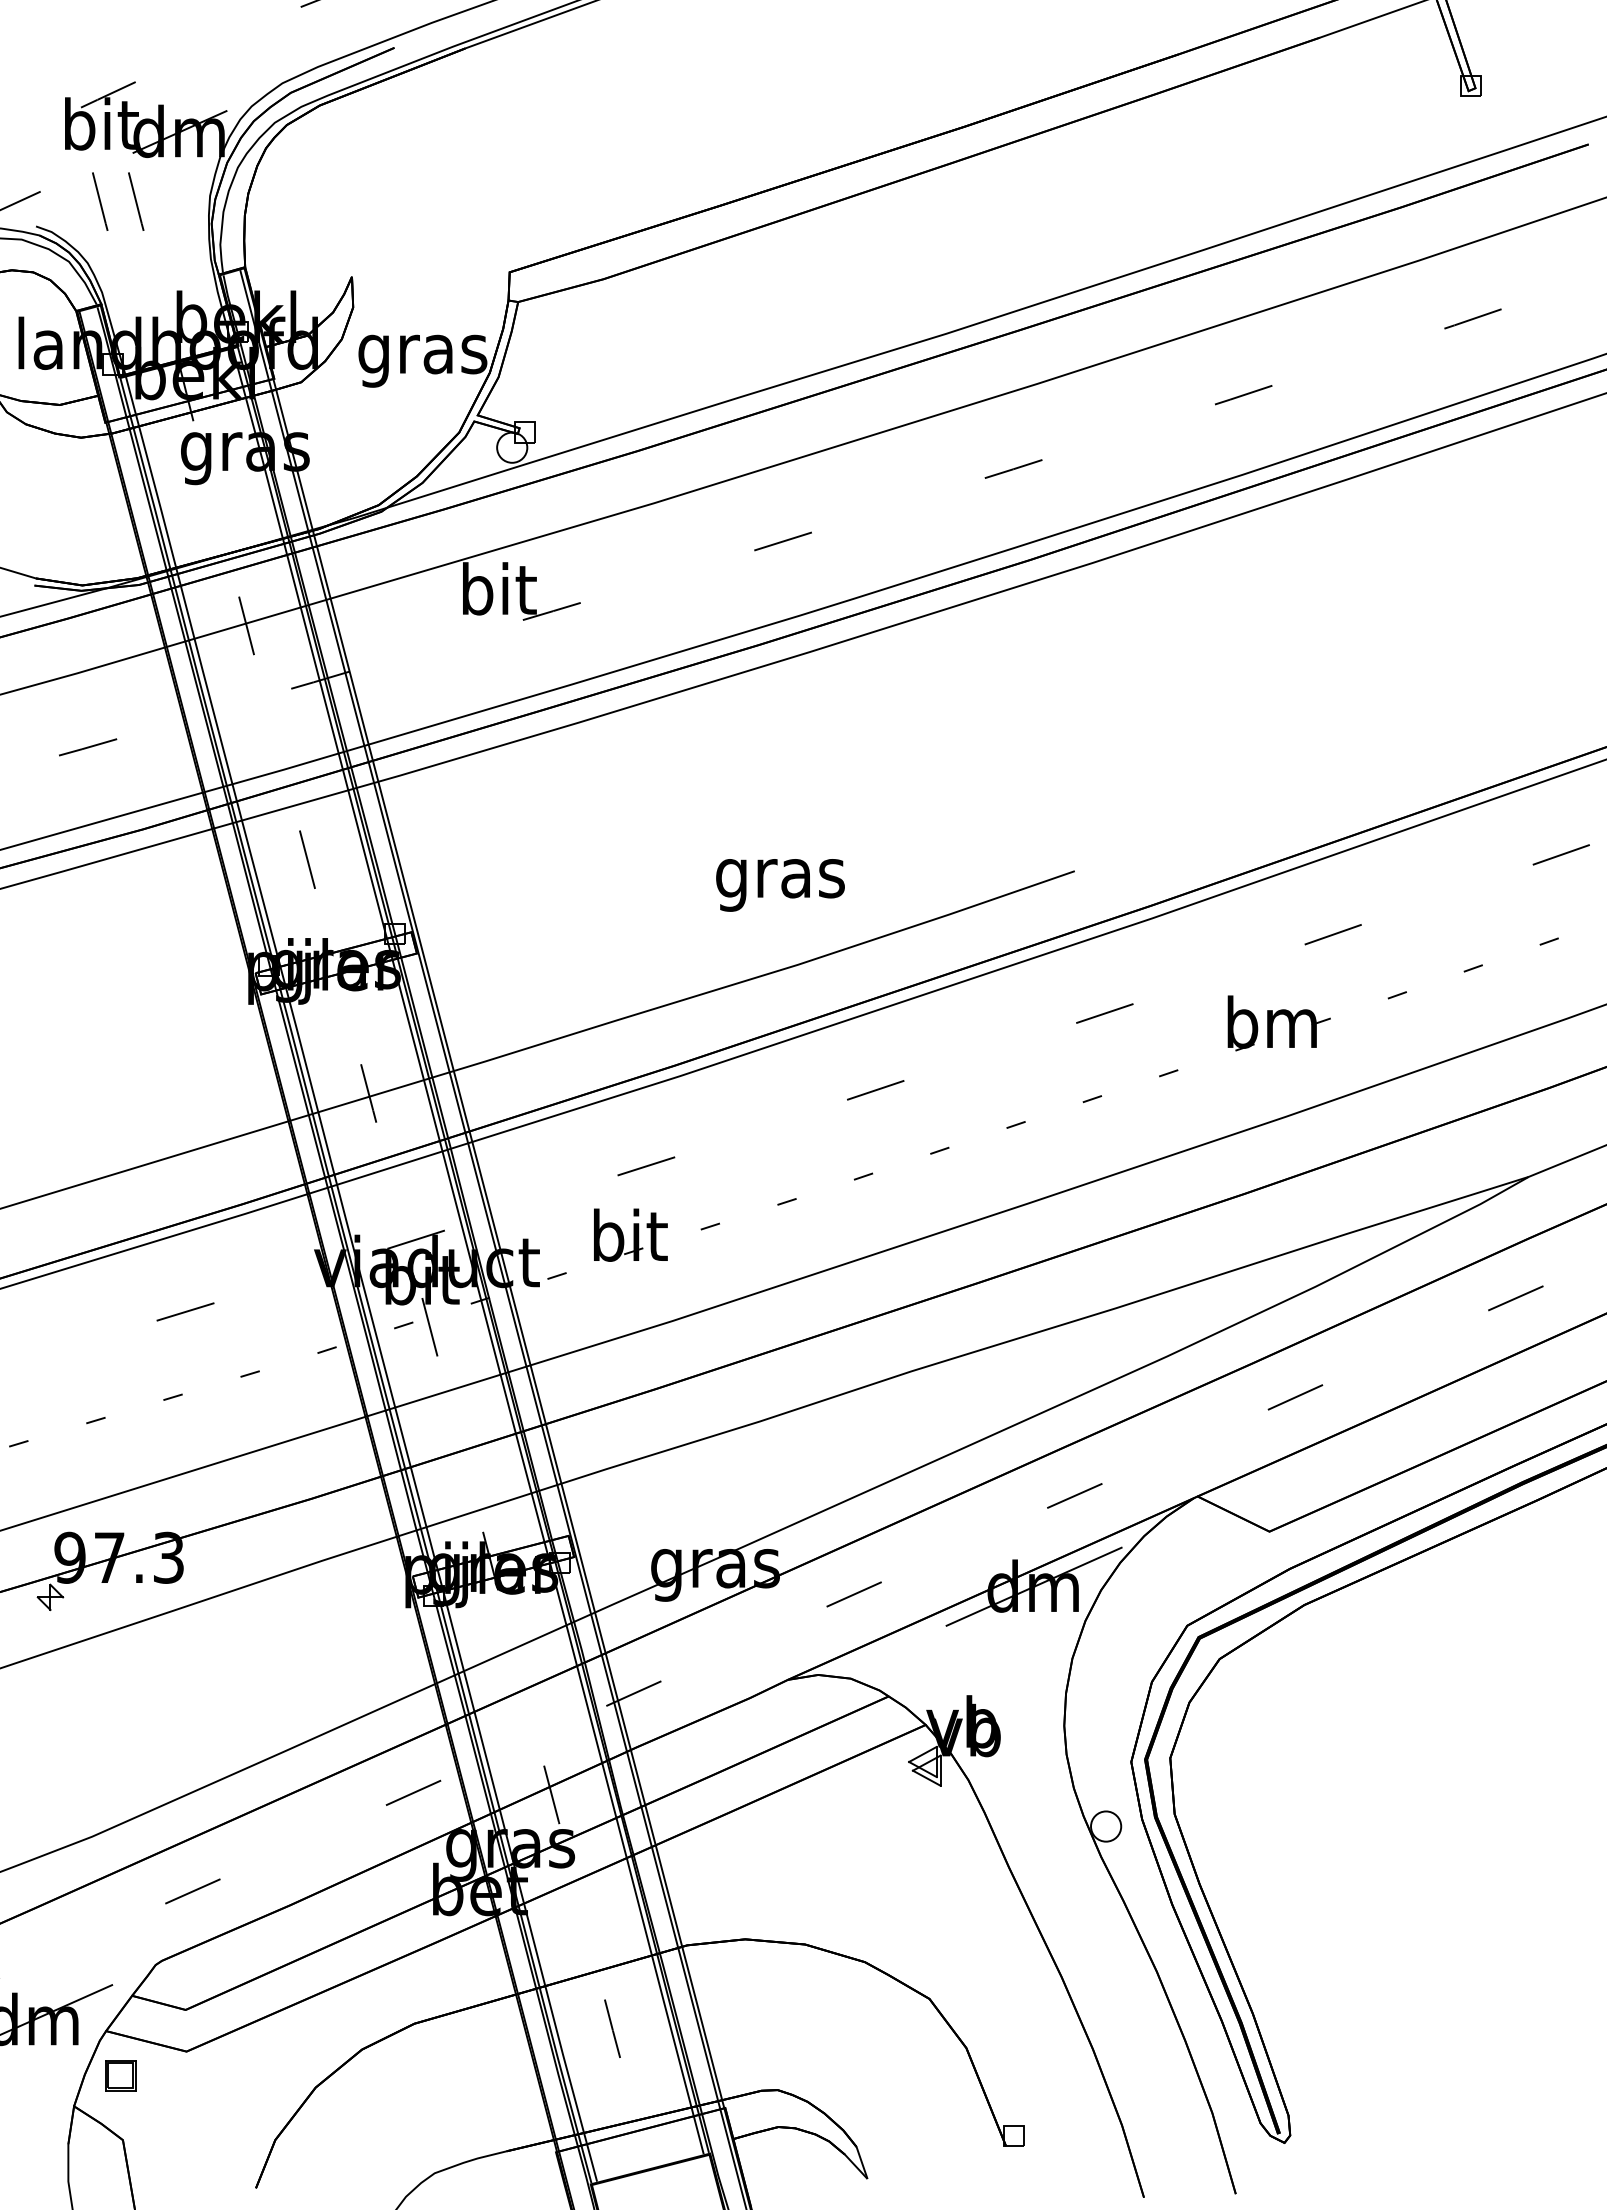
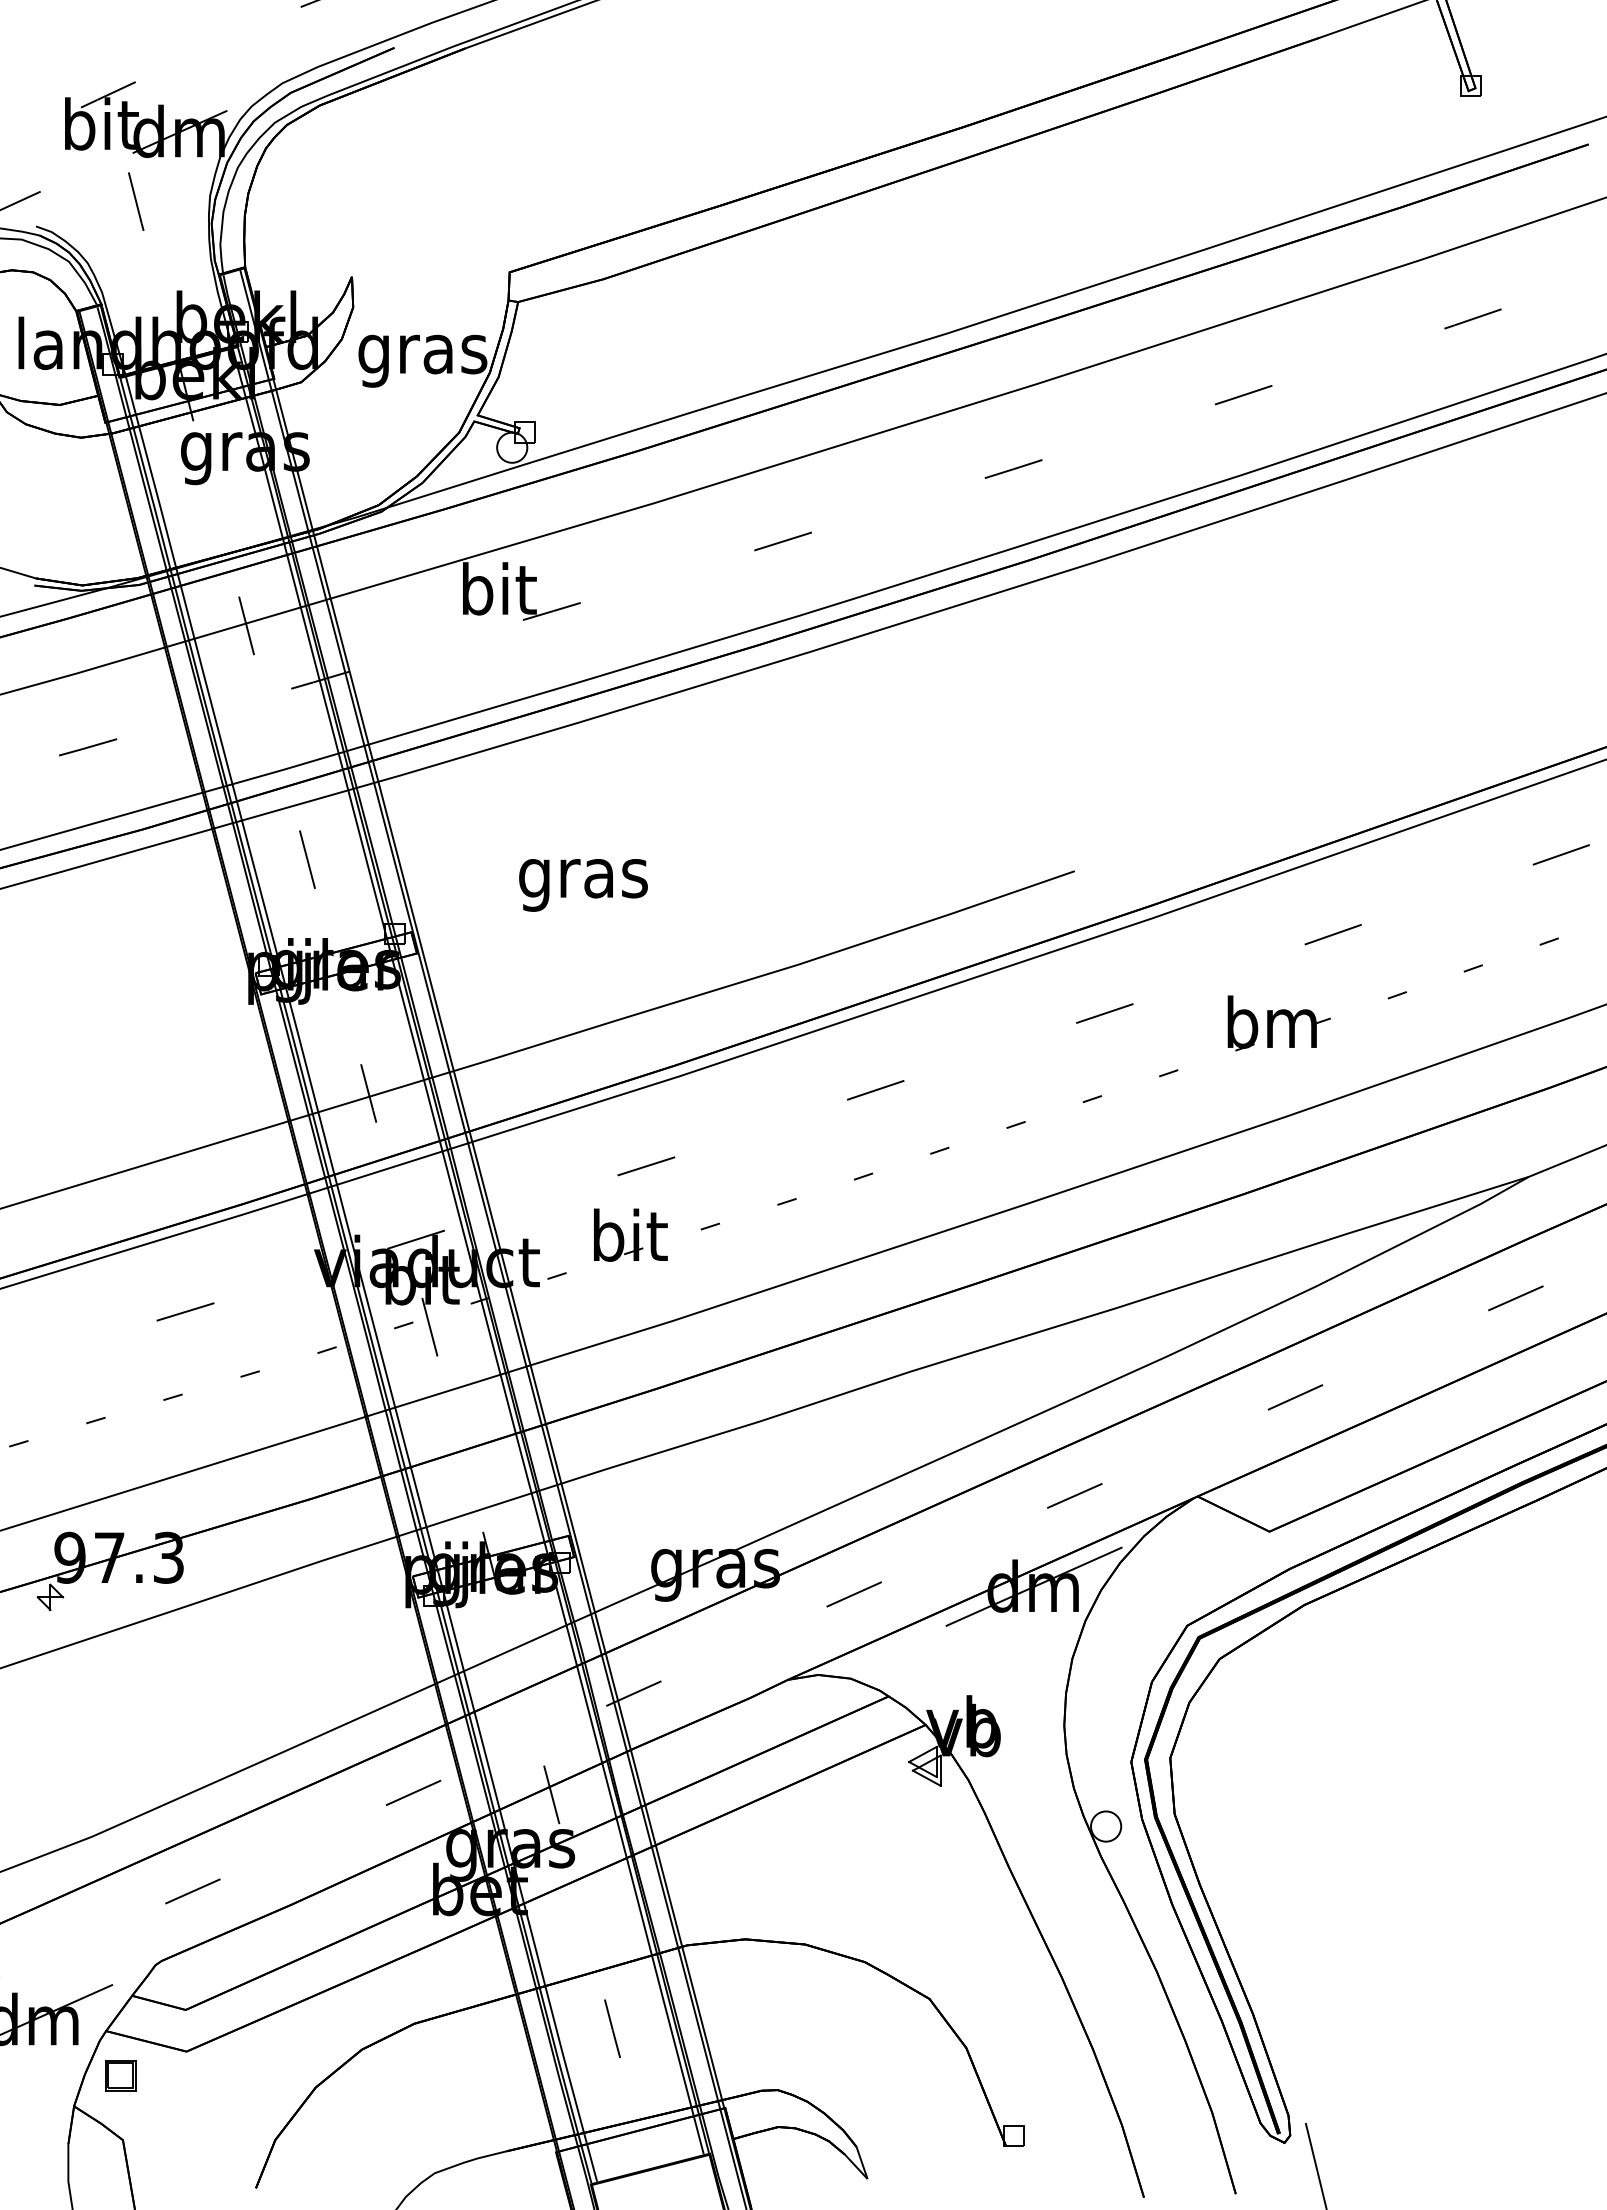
line at (100, 201): present -> none
text at (780, 885) position: (780, 885) -> (583, 885)
line at (1315, 2164): none -> present
